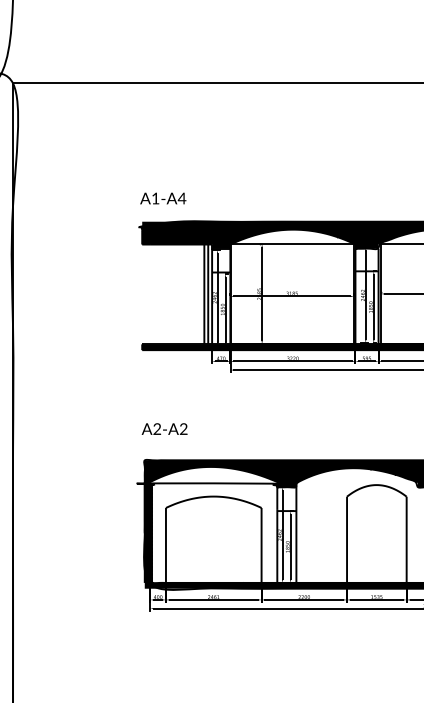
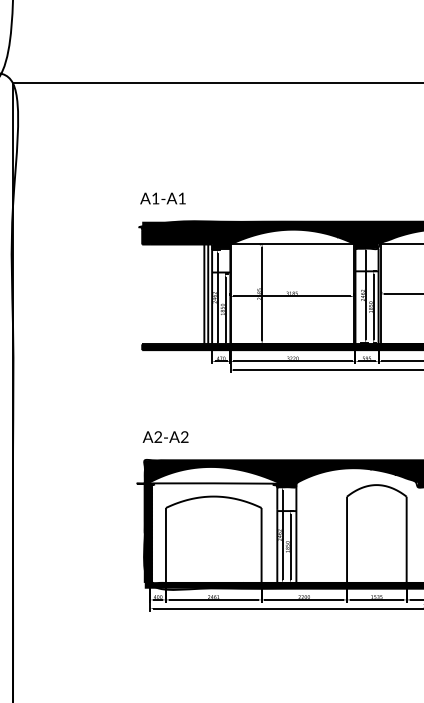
text at (181, 198): A1-A4 -> A1-A1
text at (164, 428) position: (164, 428) -> (165, 436)
